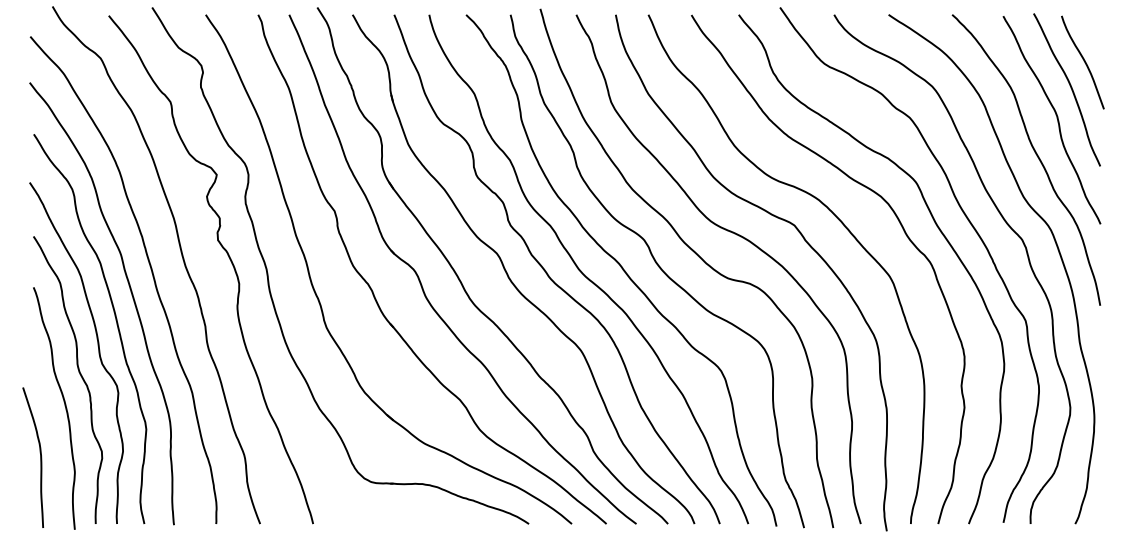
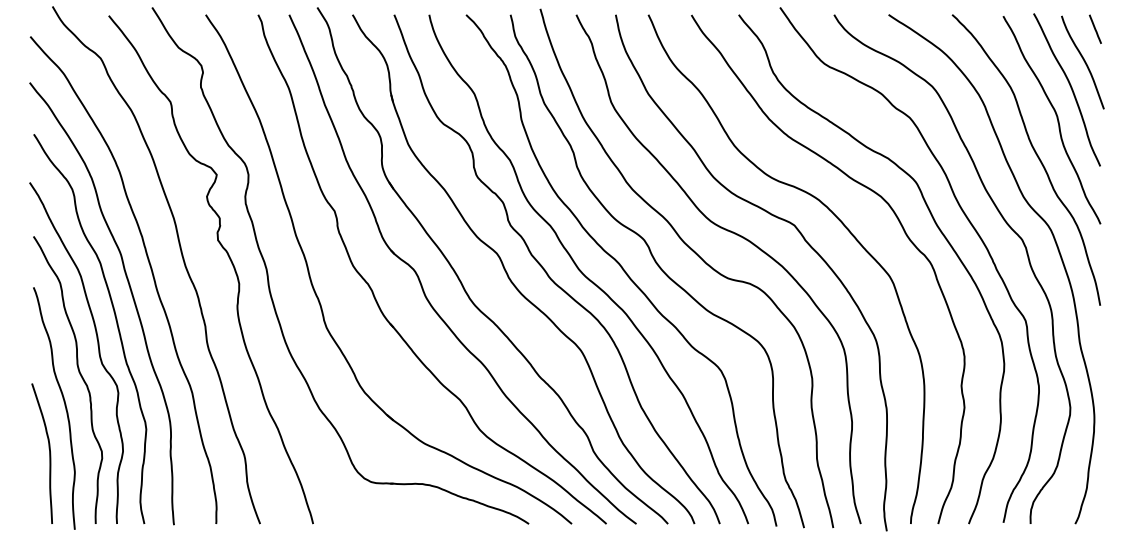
line at (1094, 28): none -> present
curve at (40, 457) position: (40, 457) -> (49, 453)
